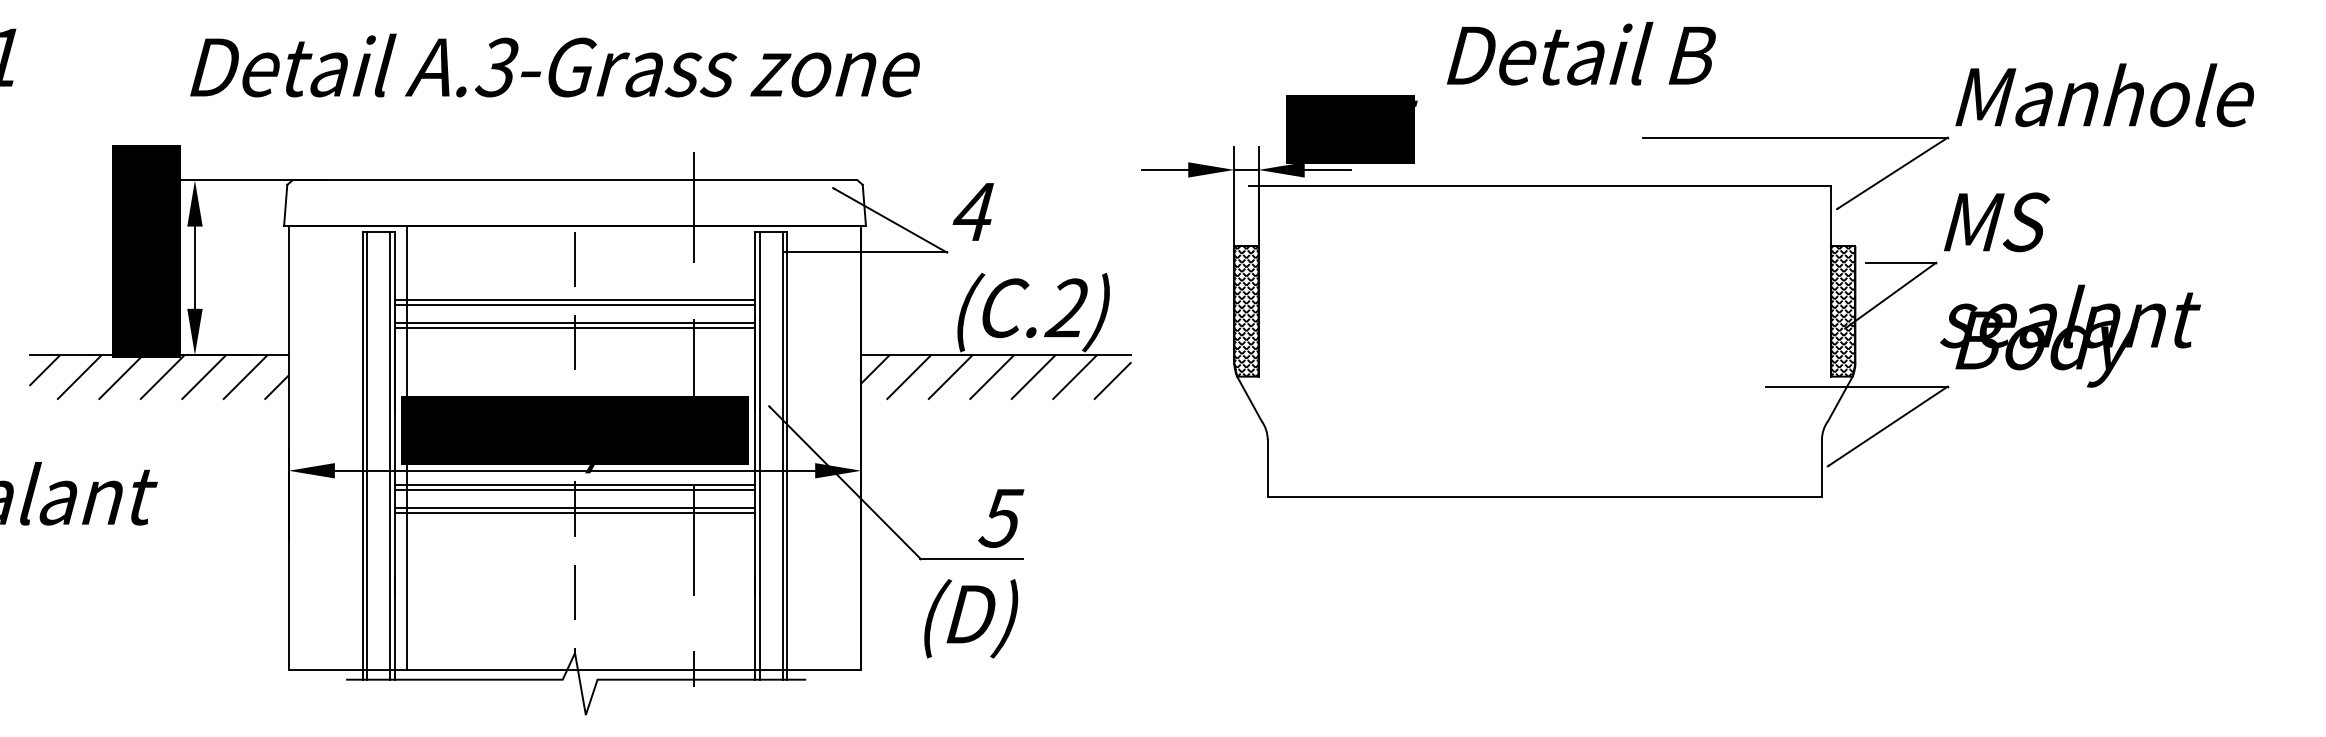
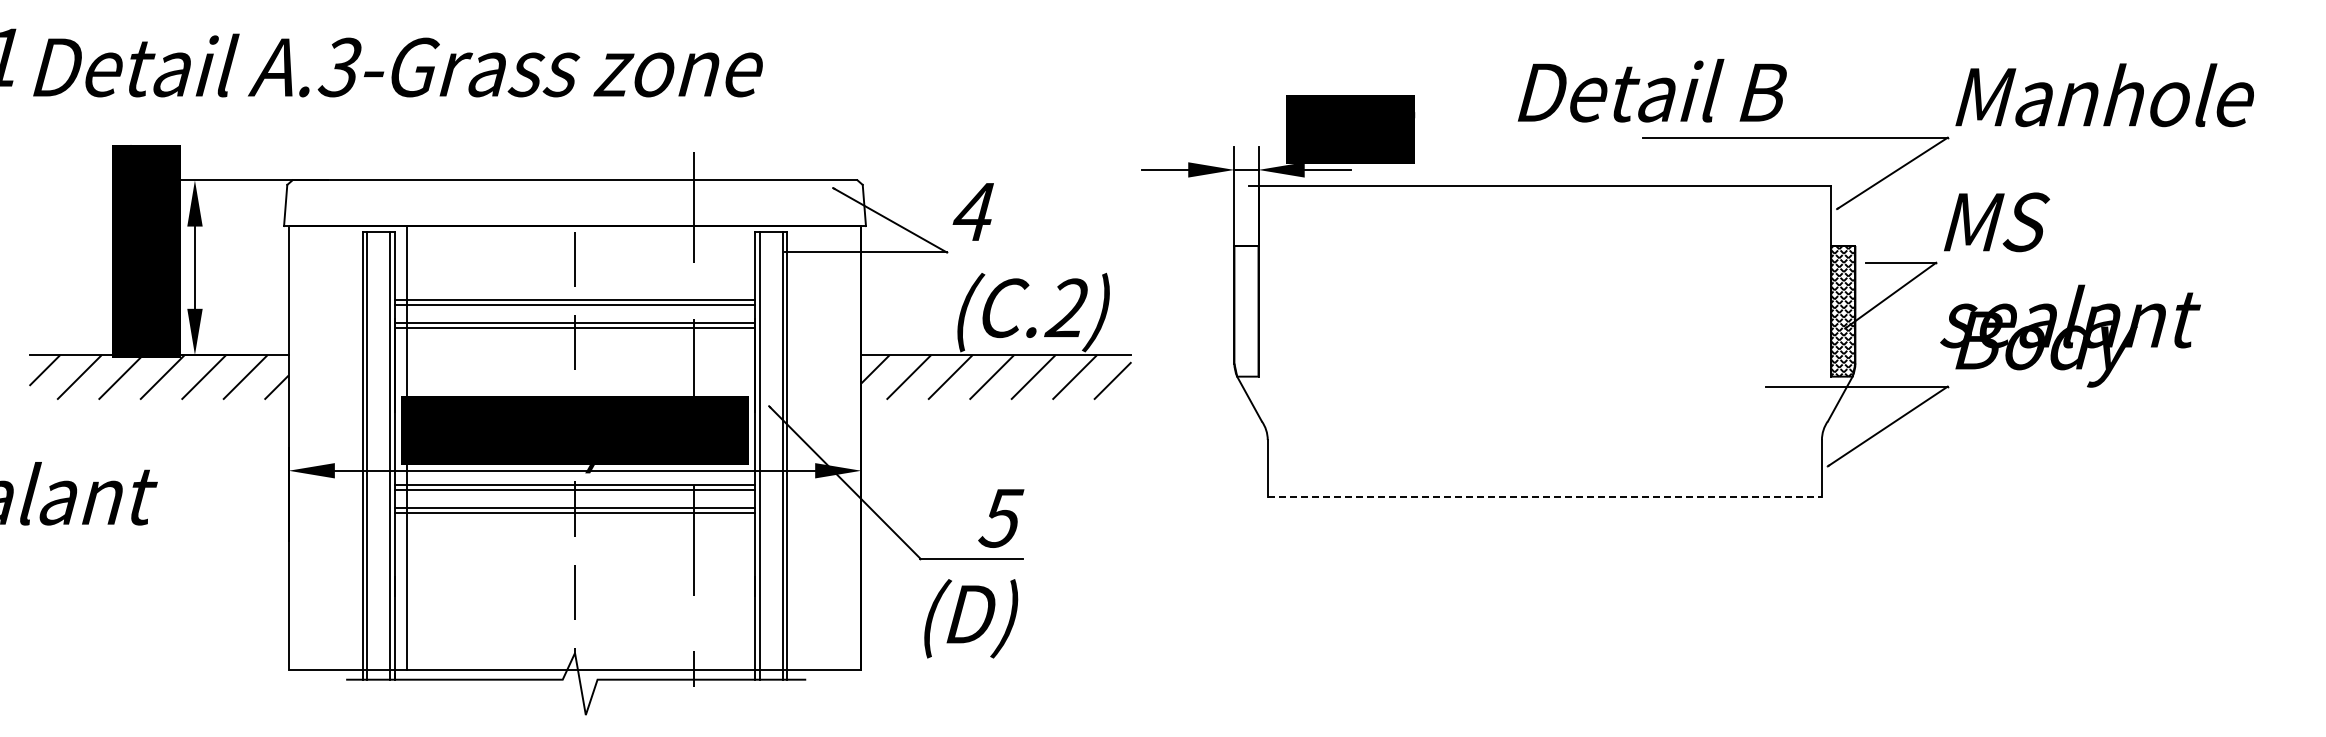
text at (1580, 53) position: (1580, 53) -> (1651, 90)
text at (554, 65) position: (554, 65) -> (397, 65)
text at (1416, 108): 5 -> 9
hatch at (1246, 311): present -> none
line at (1545, 496): solid -> dashed
